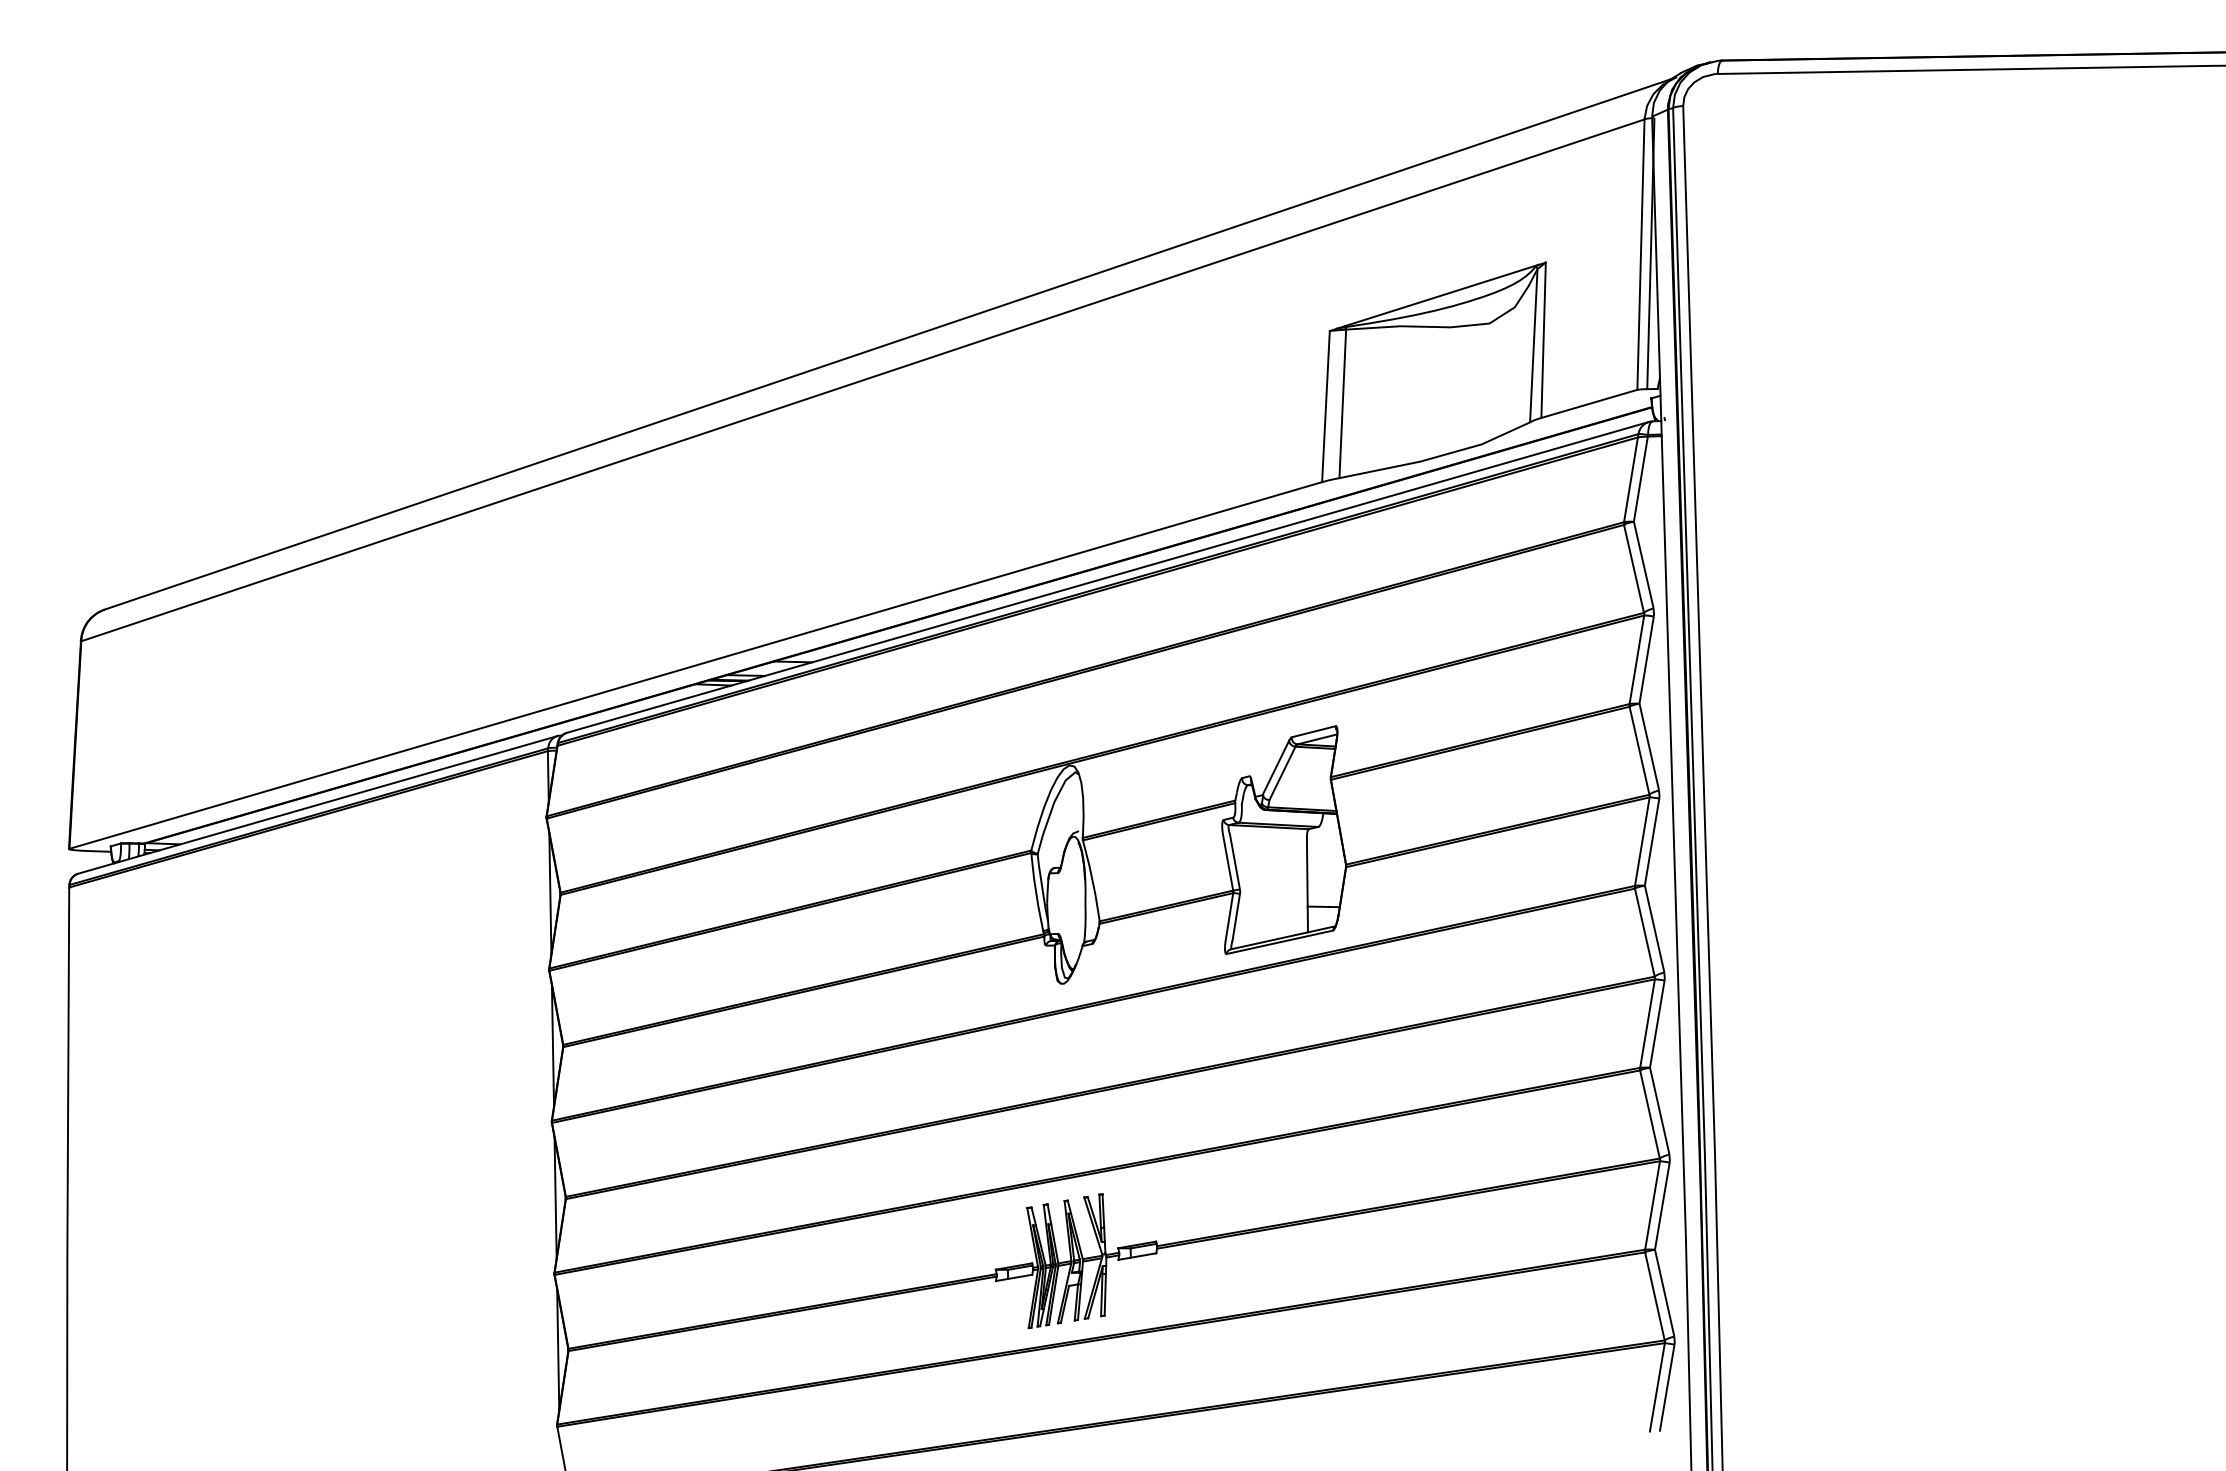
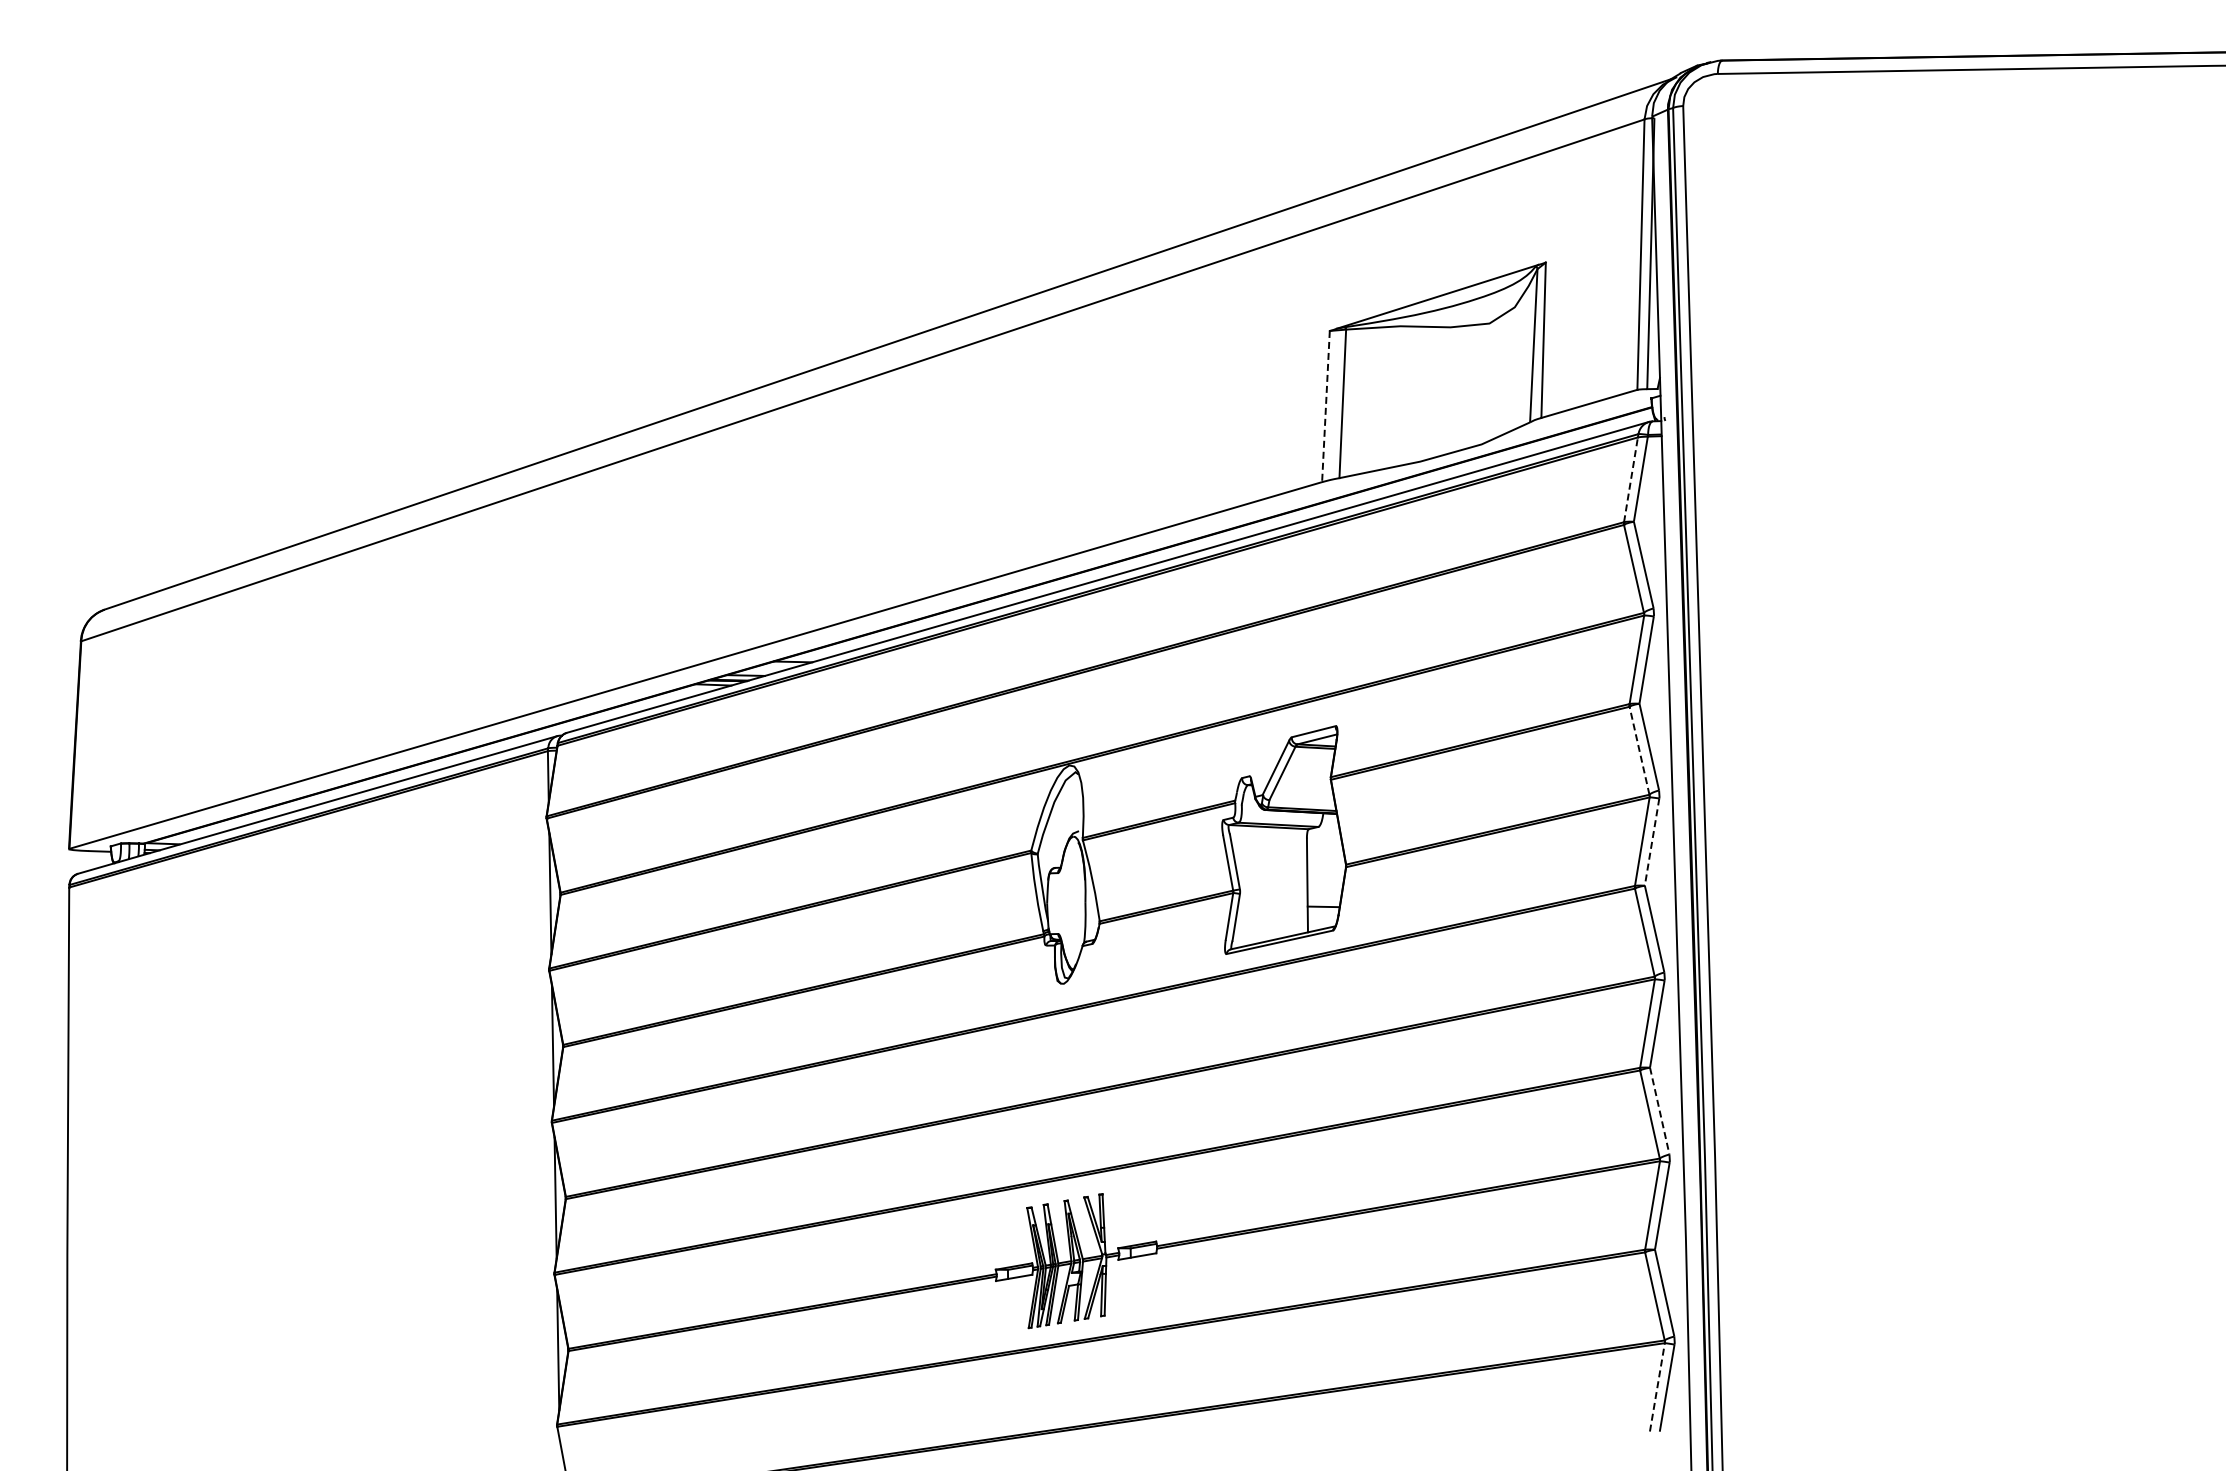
line at (1325, 406): solid -> dashed
line at (1631, 479): solid -> dashed
line at (1639, 750): solid -> dashed
line at (1652, 841): solid -> dashed
line at (1659, 1110): solid -> dashed
line at (1657, 1387): solid -> dashed
